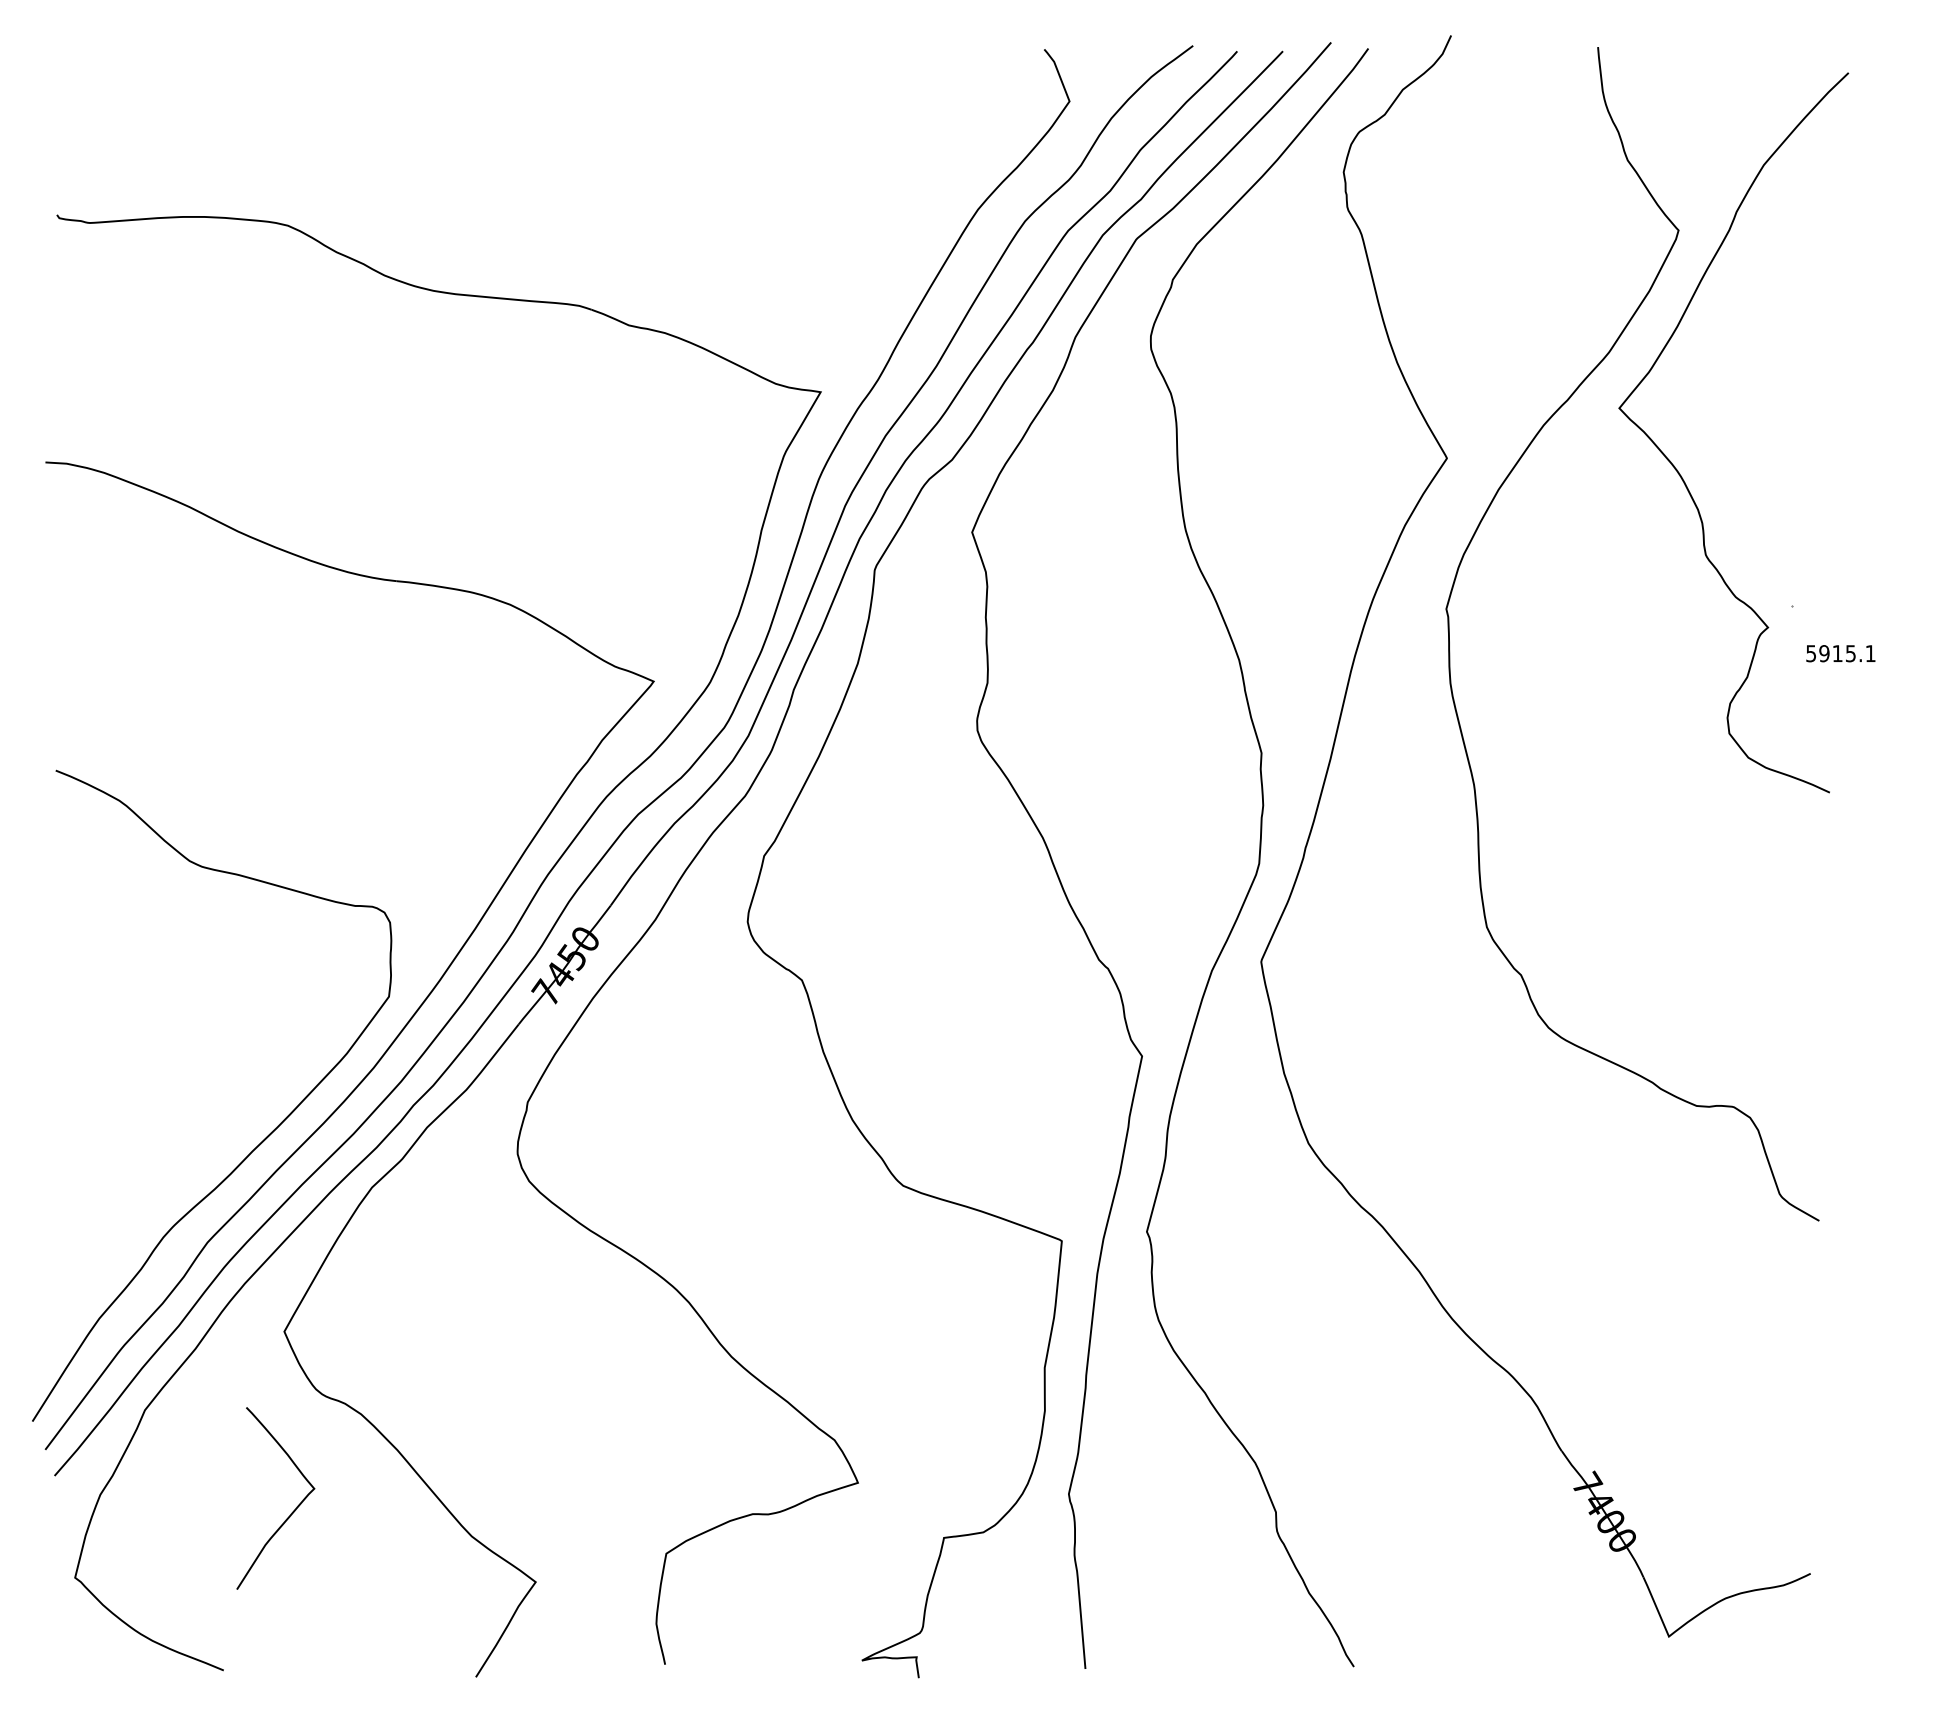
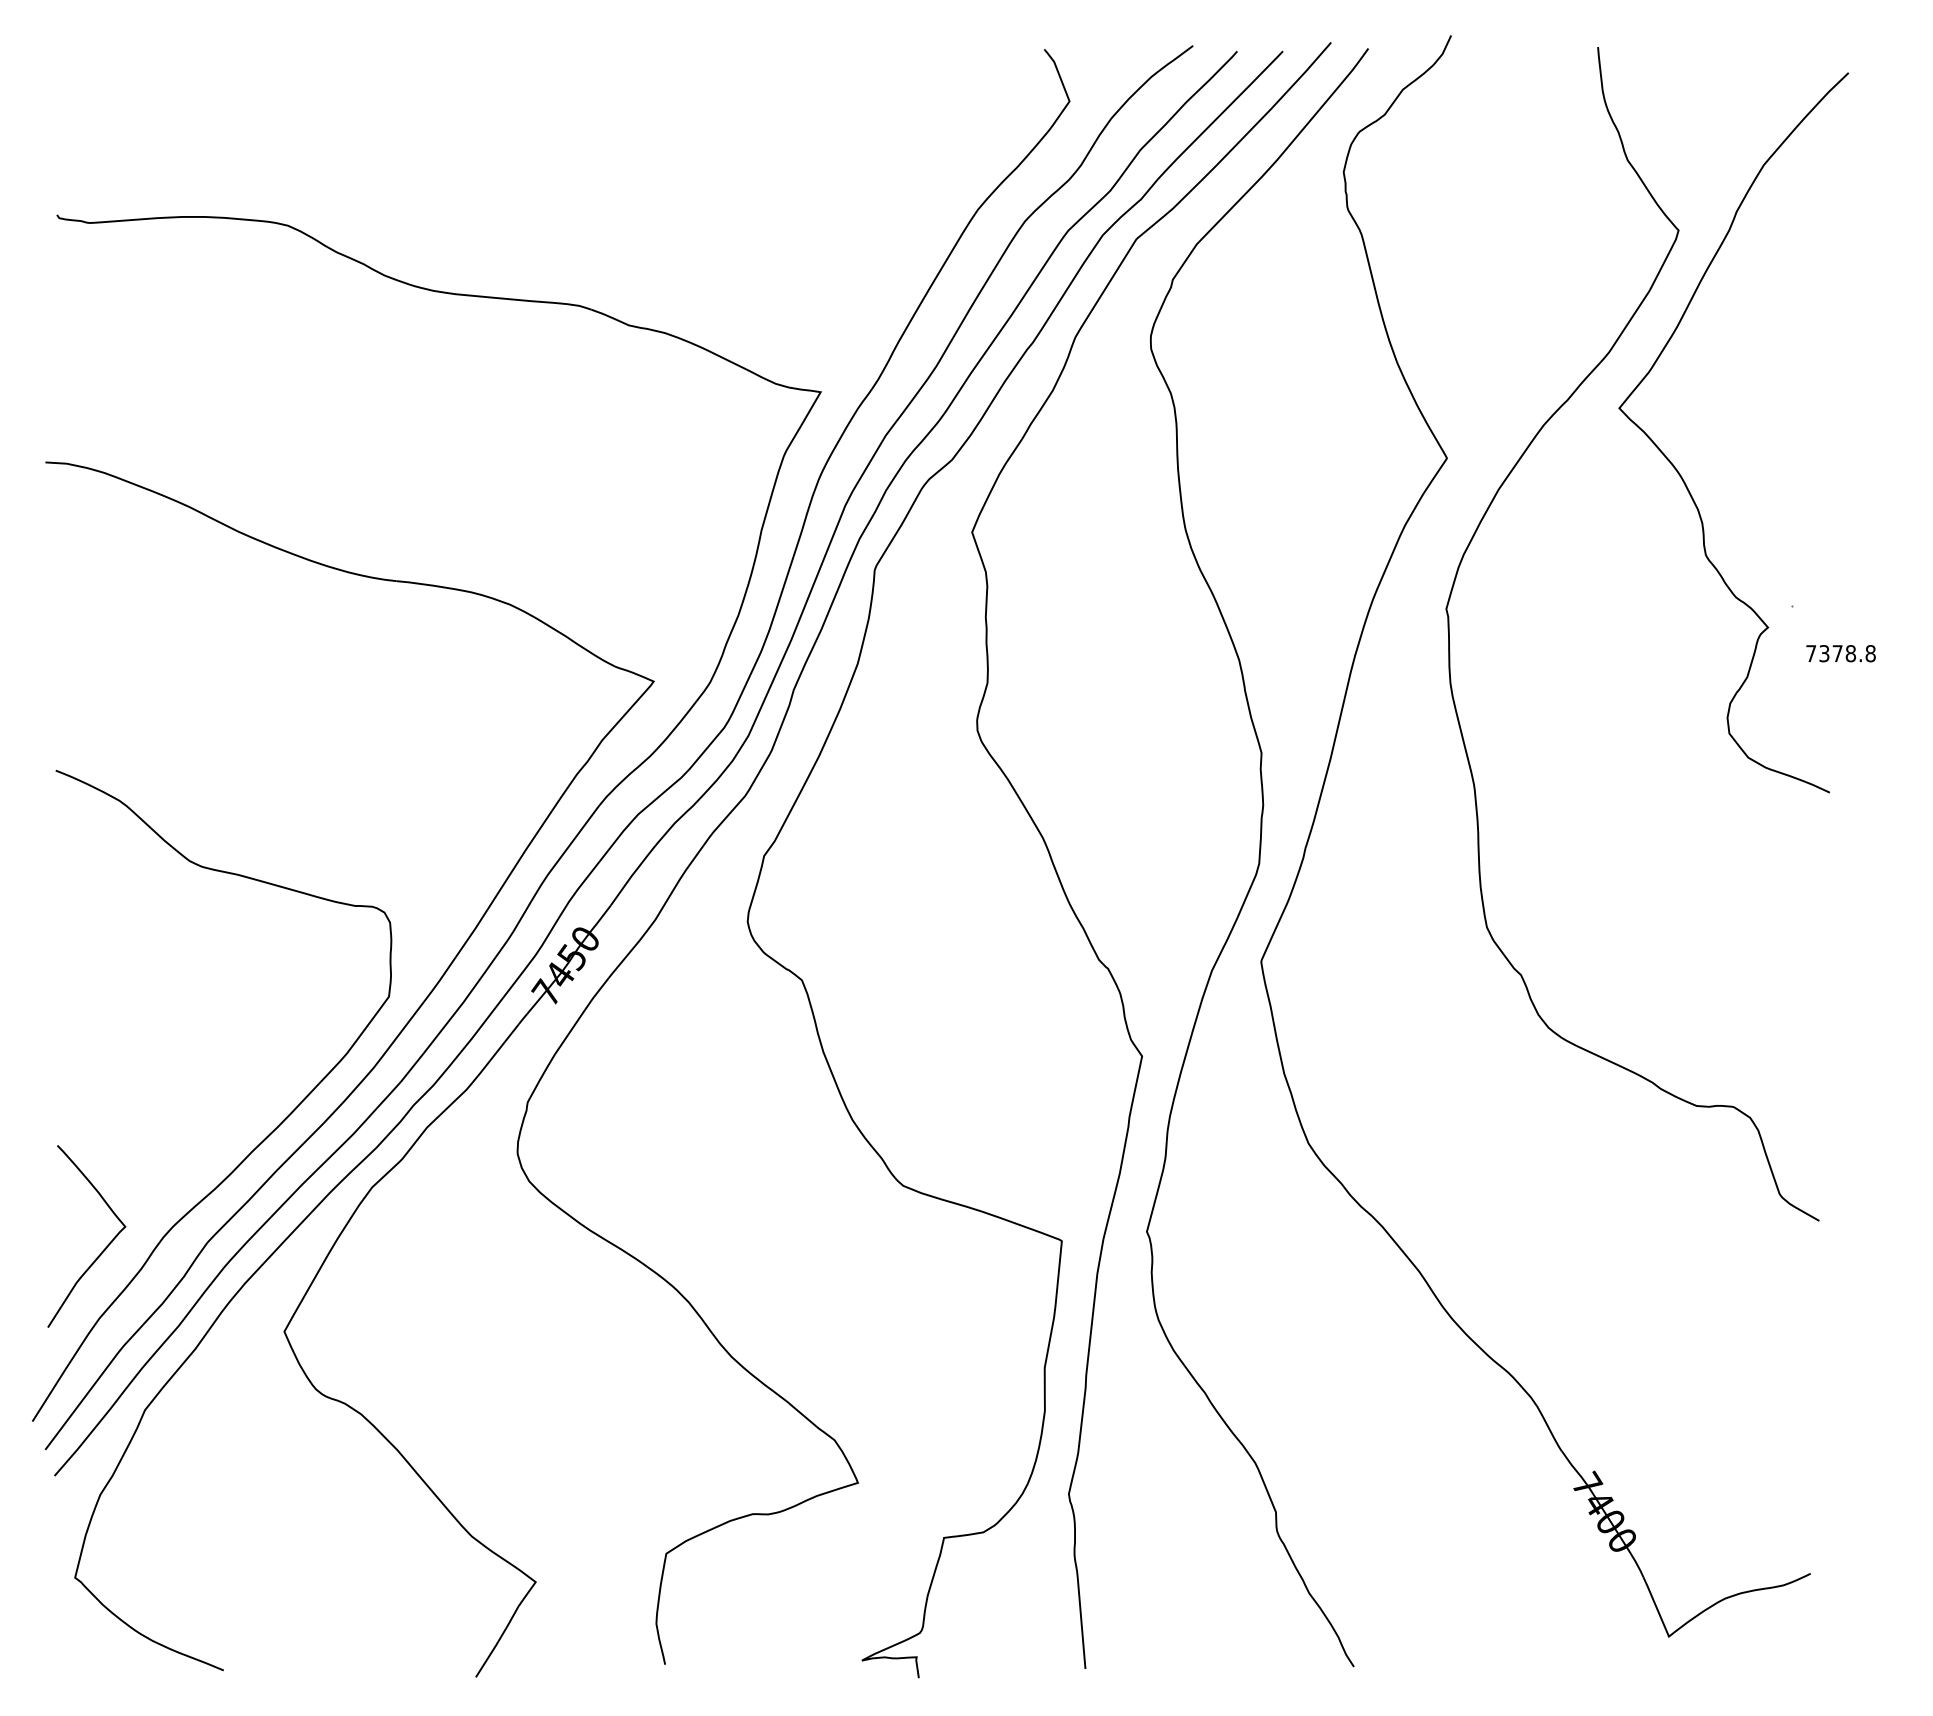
text at (1840, 653): 5915.1 -> 7378.8
curve at (291, 1512) position: (291, 1512) -> (102, 1250)
